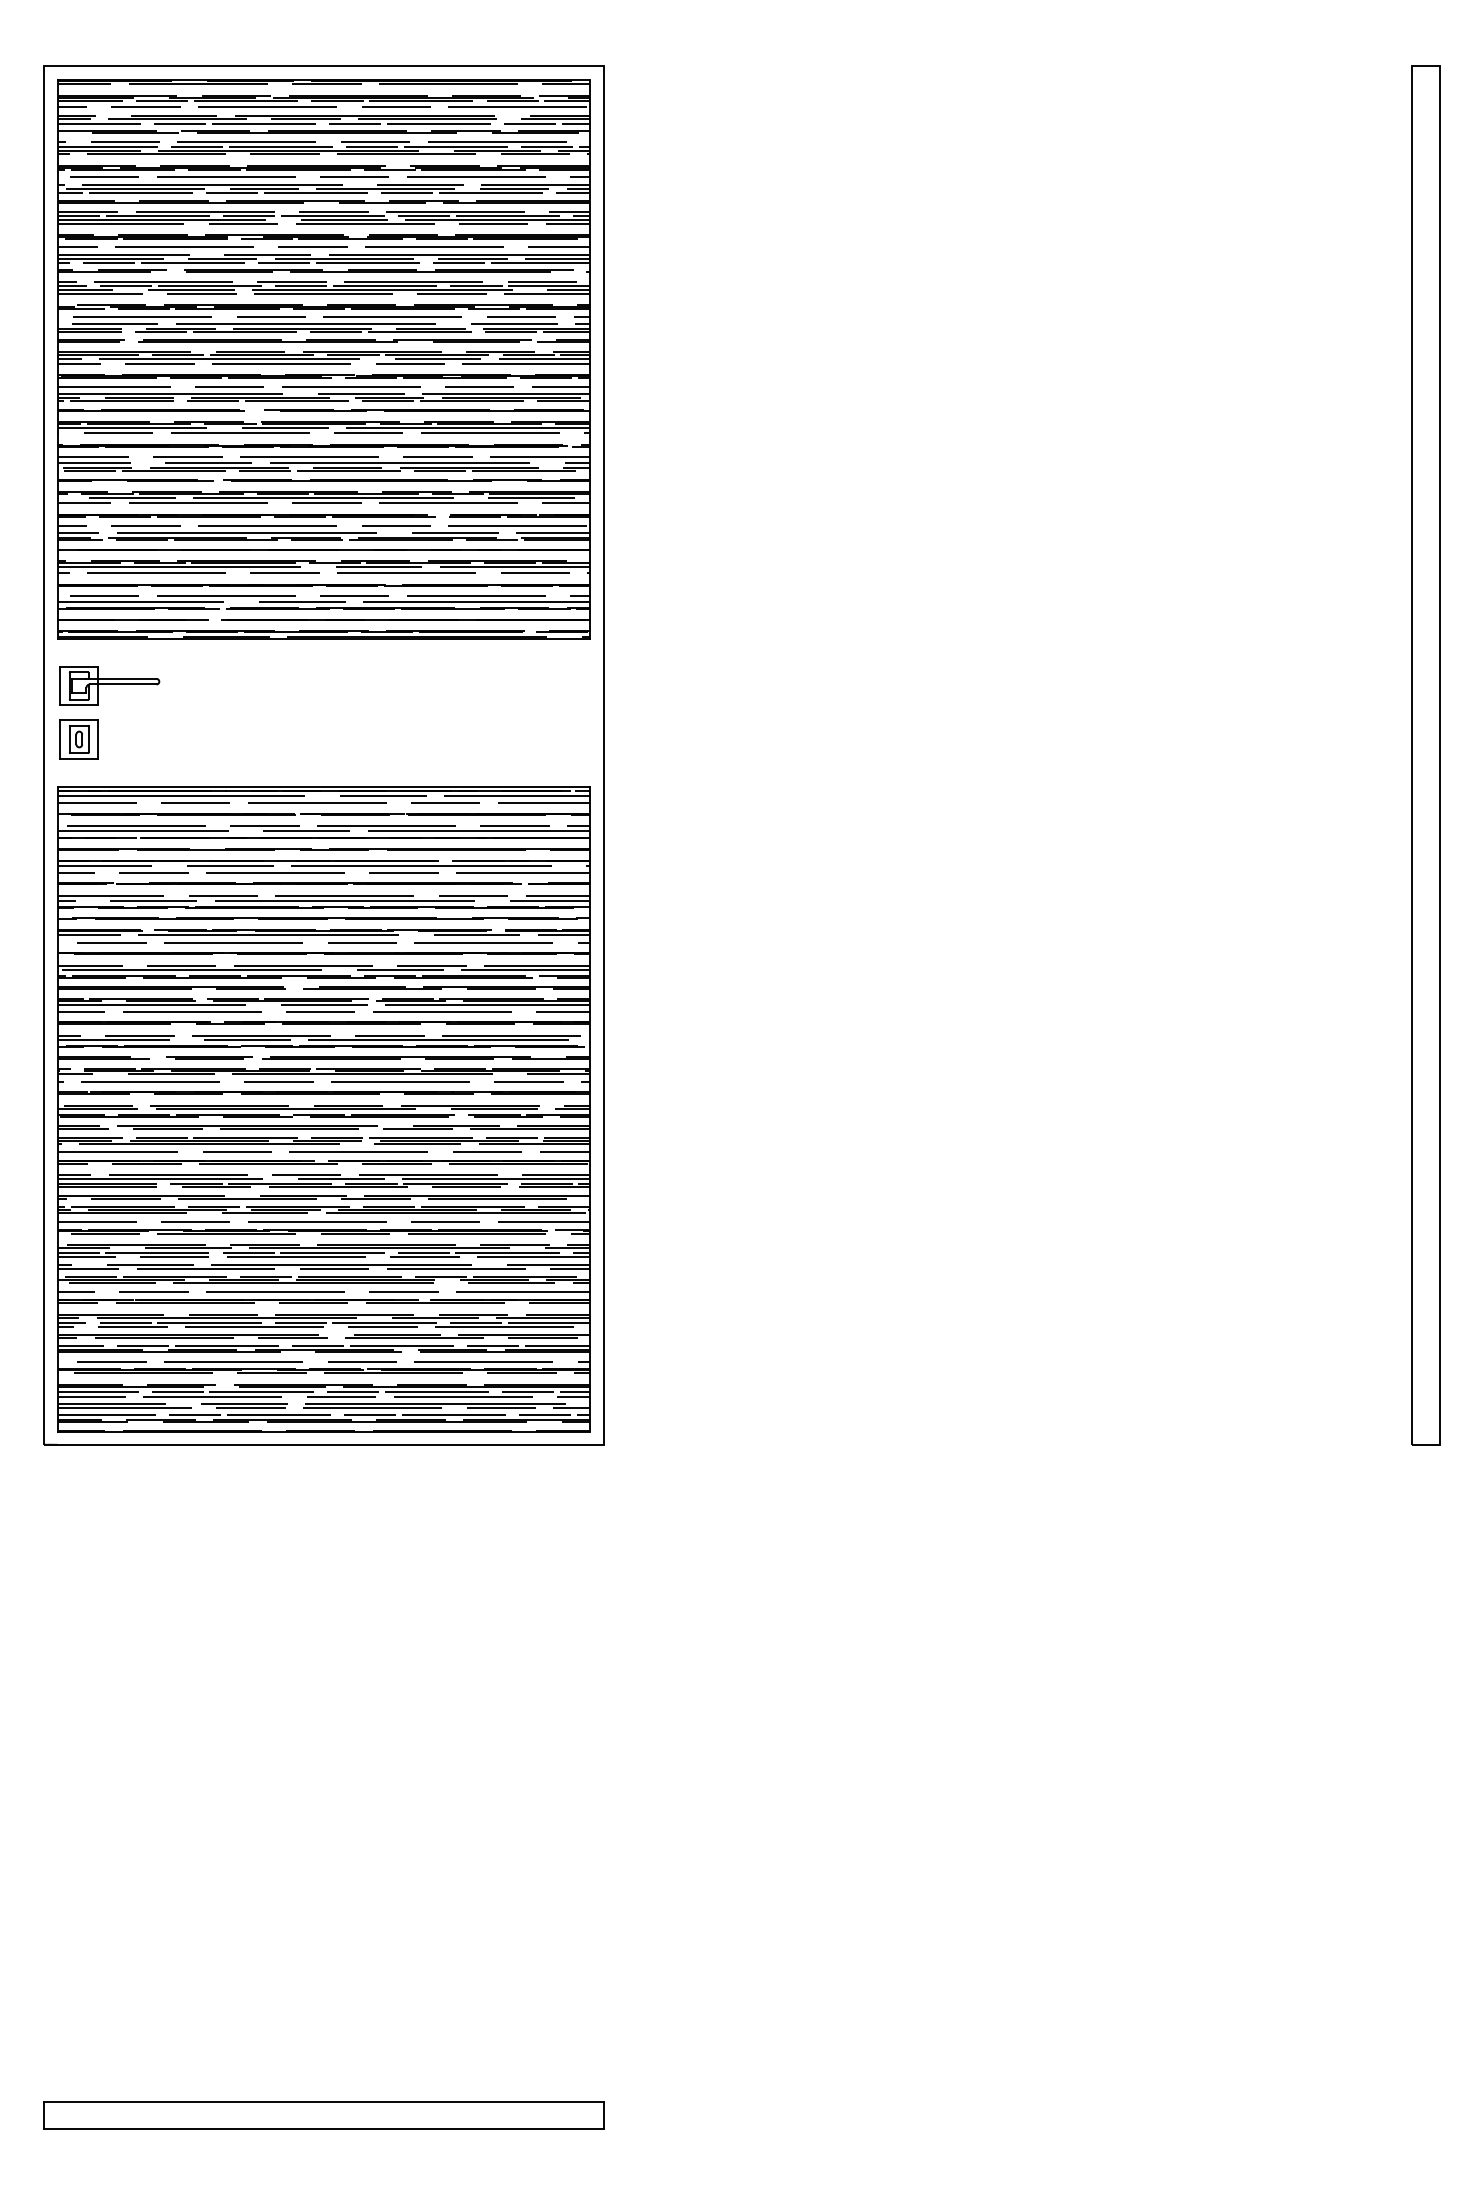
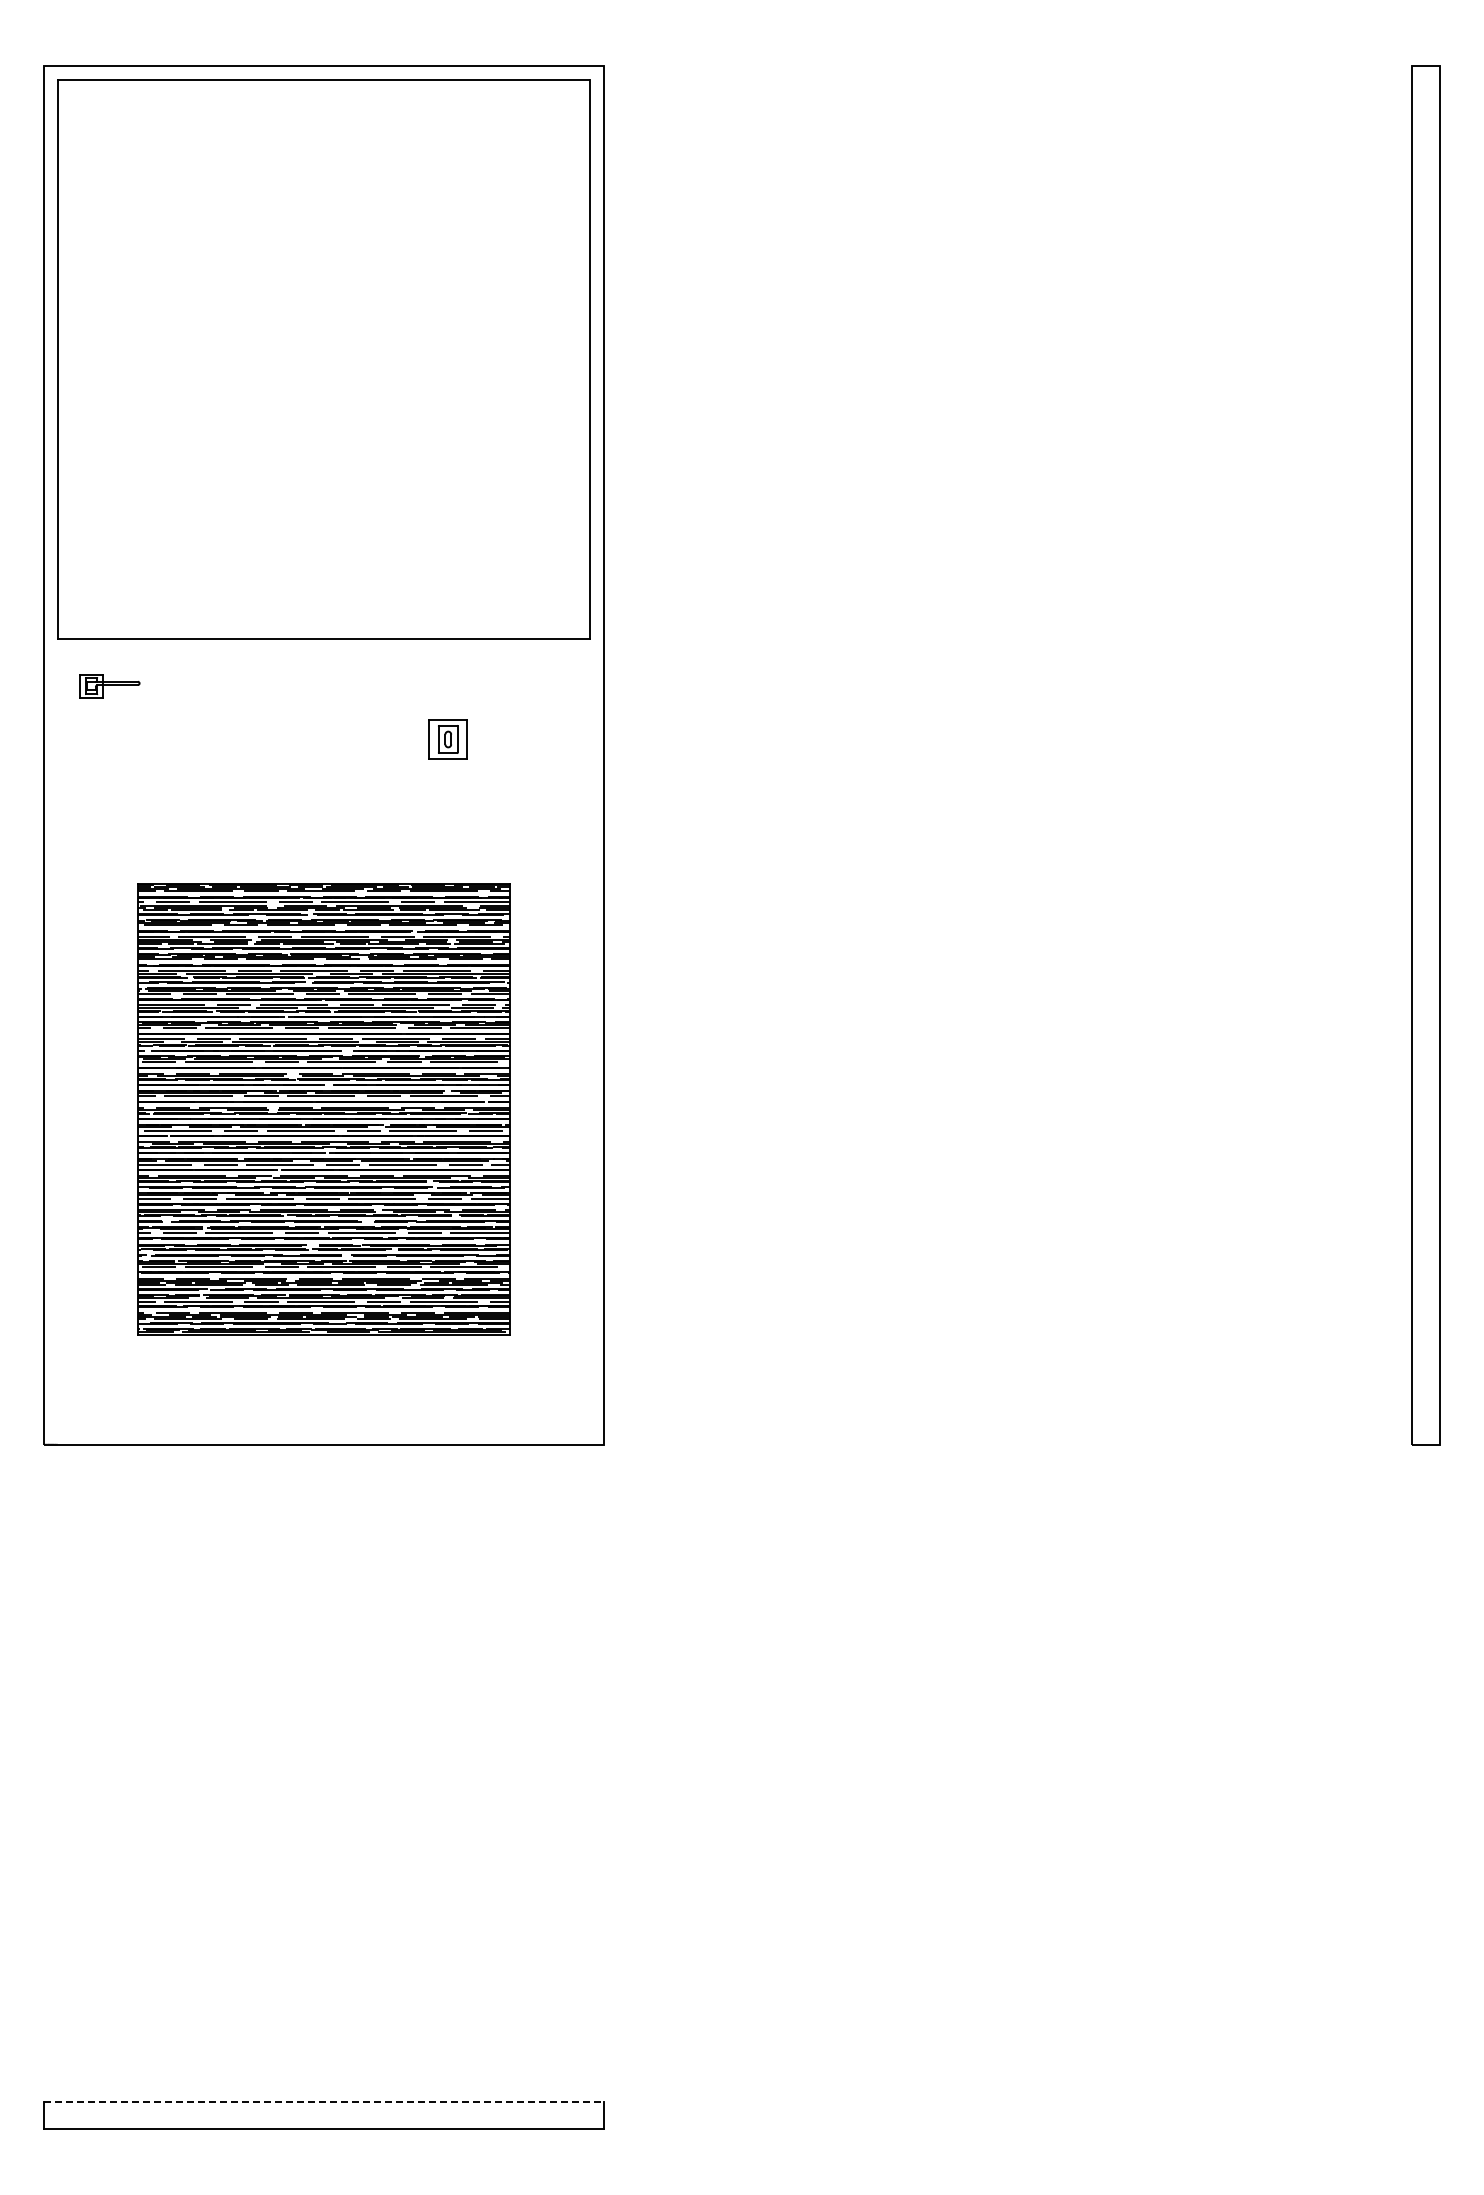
hatch at (323, 358): present -> none
part at (109, 685) size: 102x40 px -> 62x25 px
part at (78, 739) position: (78, 739) -> (447, 739)
part at (323, 1109) size: 534x647 px -> 374x453 px
line at (324, 2101): solid -> dashed
